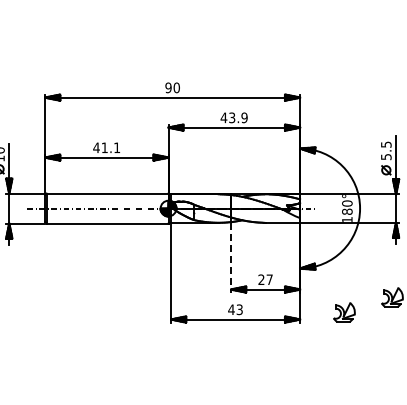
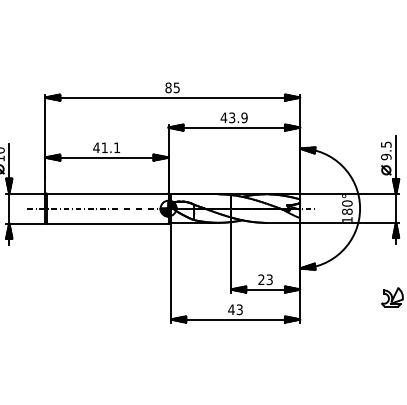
text at (172, 87): 90 -> 85
text at (386, 156): 5.5 -> 9.5
line at (231, 257): dashed -> solid
text at (269, 279): 27 -> 23
part at (344, 312): present -> none
